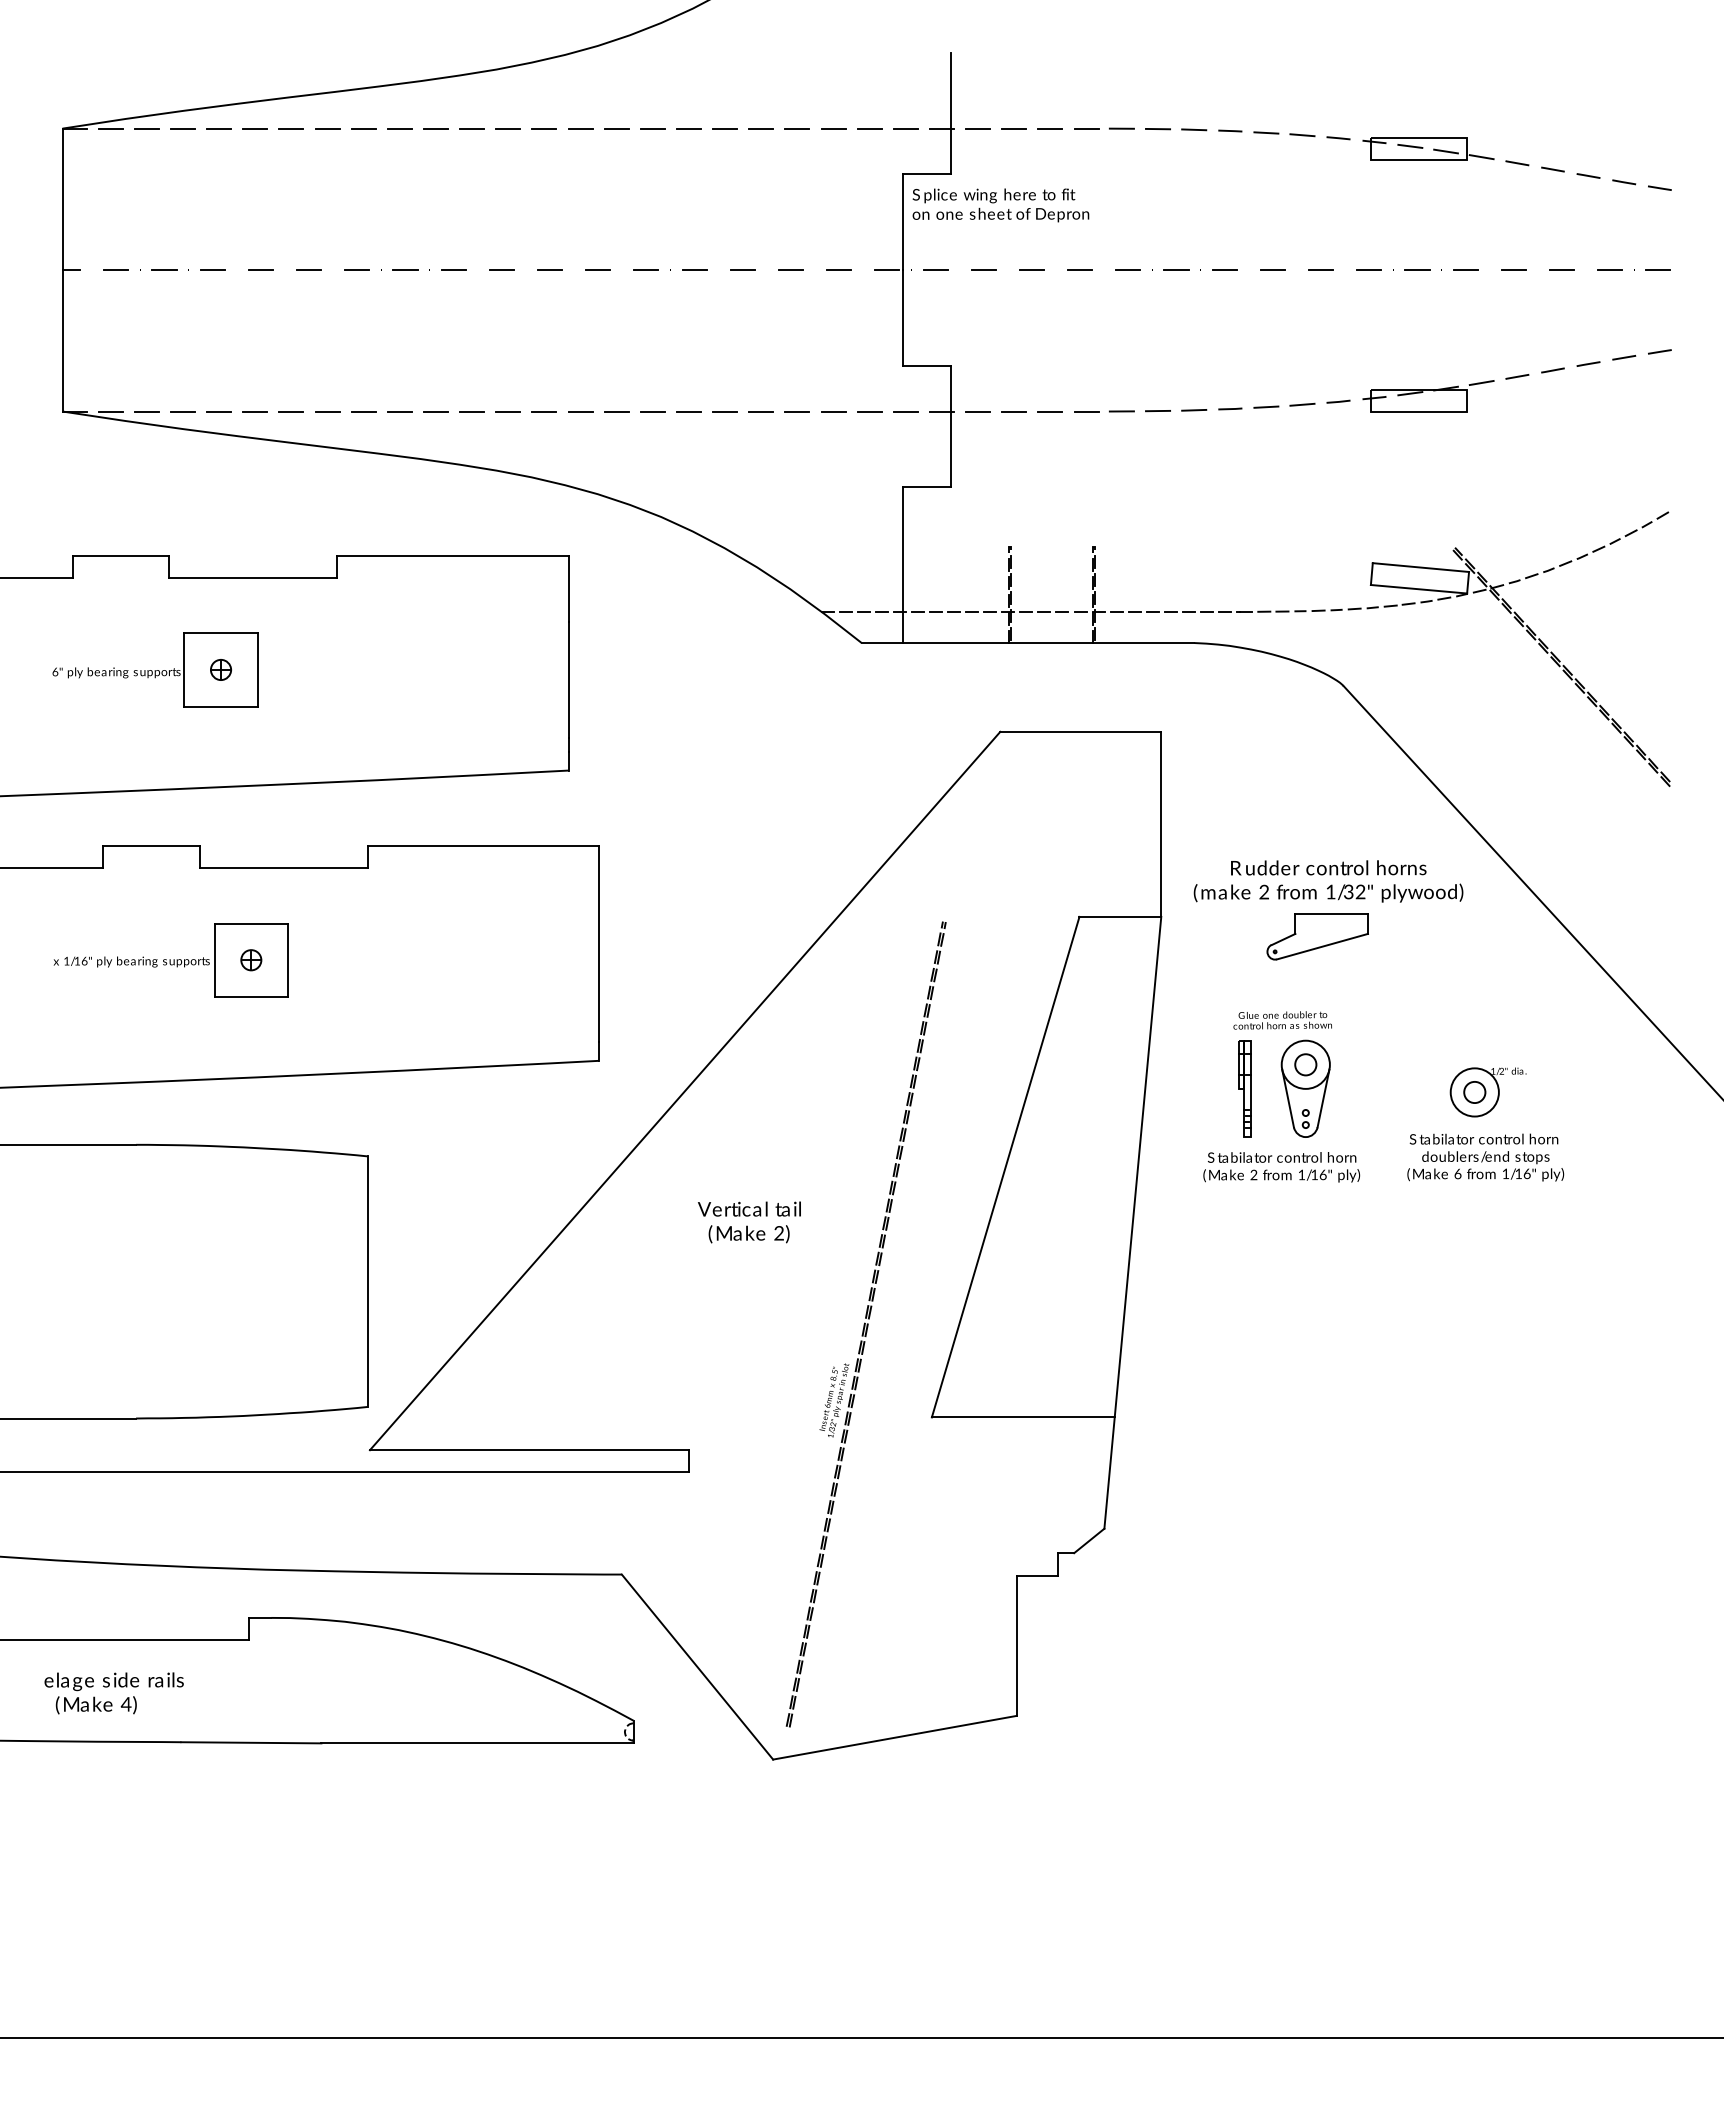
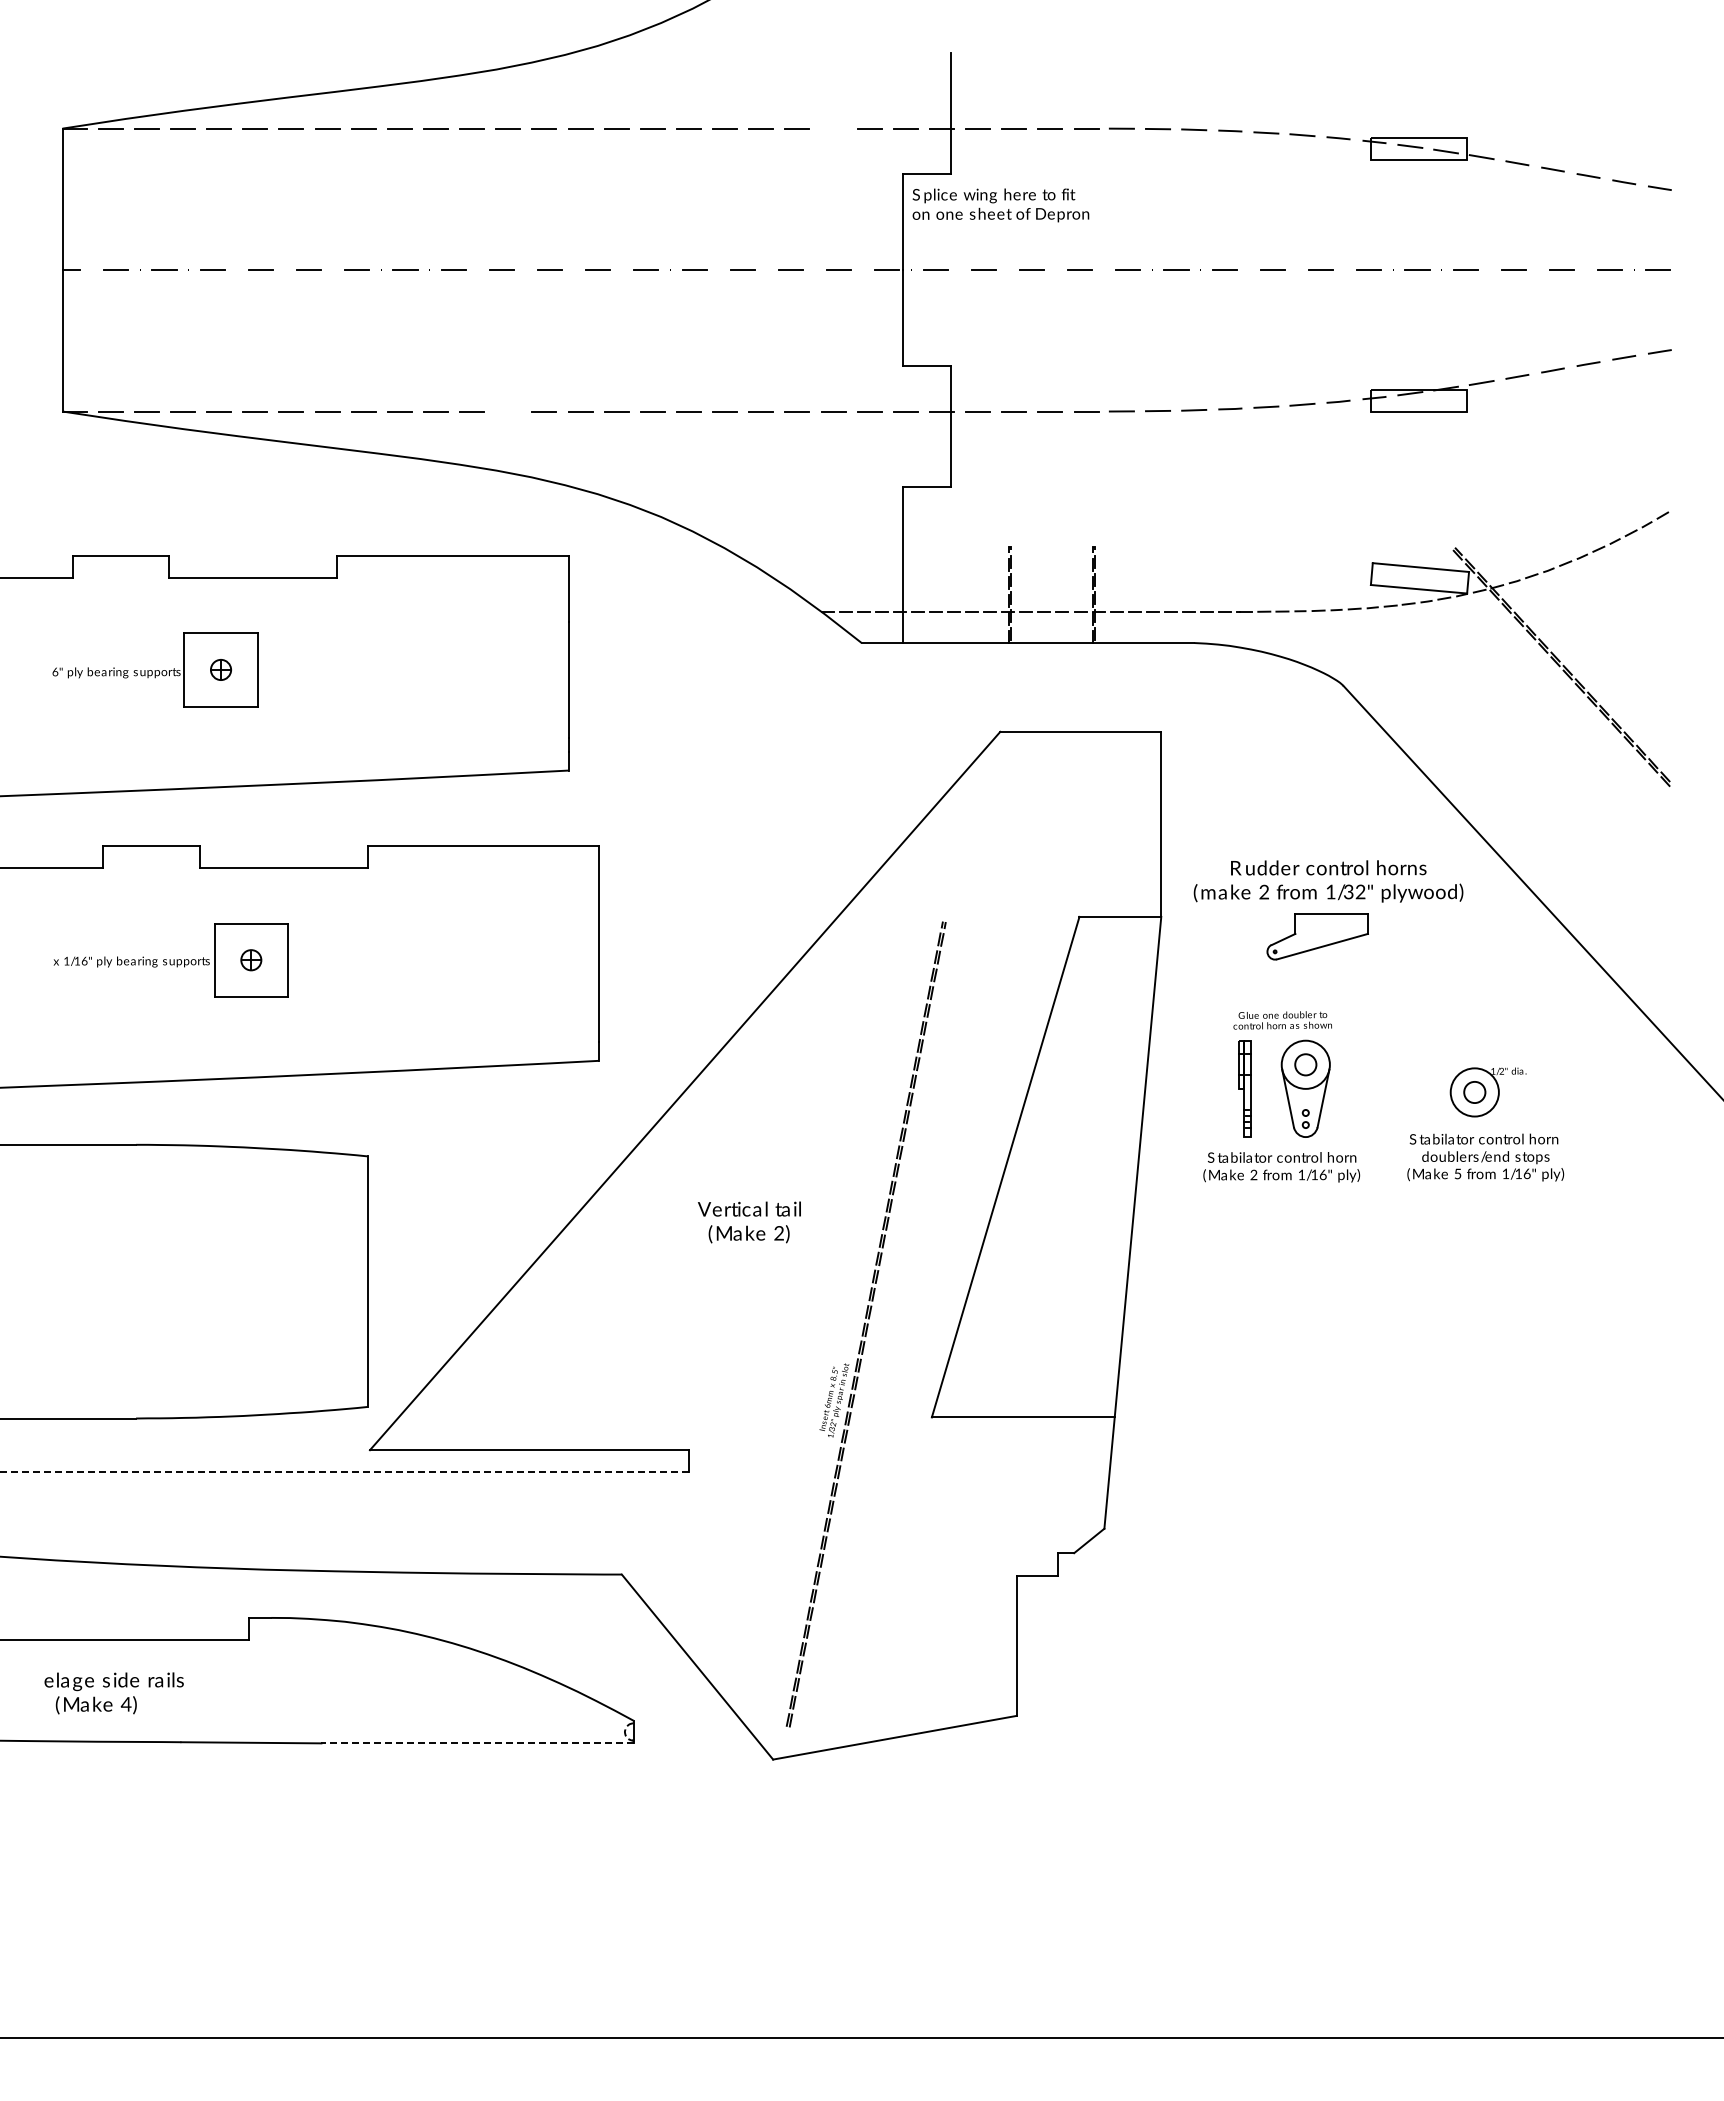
line at (833, 128): present -> none
line at (508, 411): present -> none
text at (1457, 1173): 6 -> 5
line at (345, 1472): solid -> dashed
line at (477, 1743): solid -> dashed
